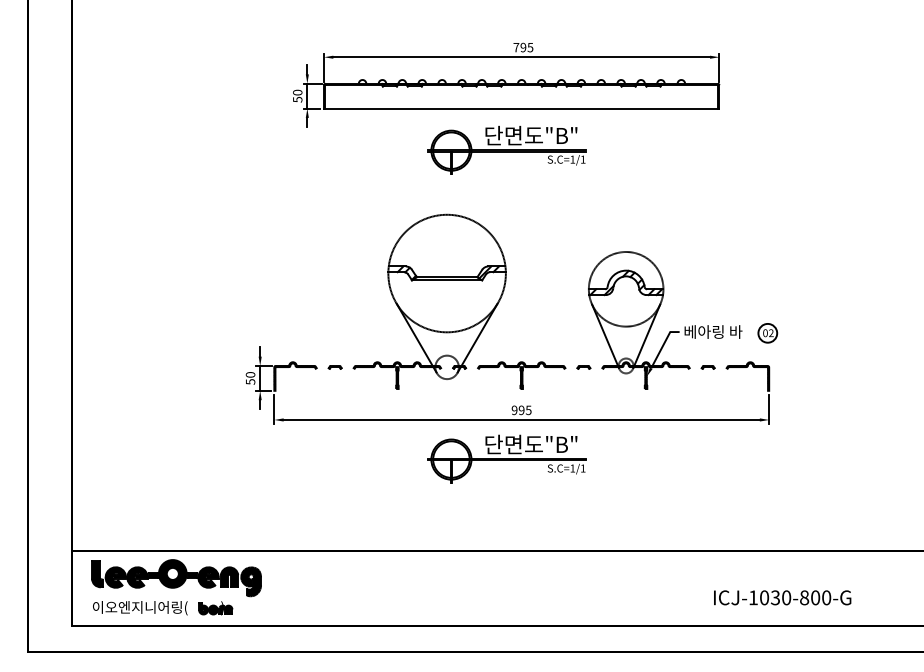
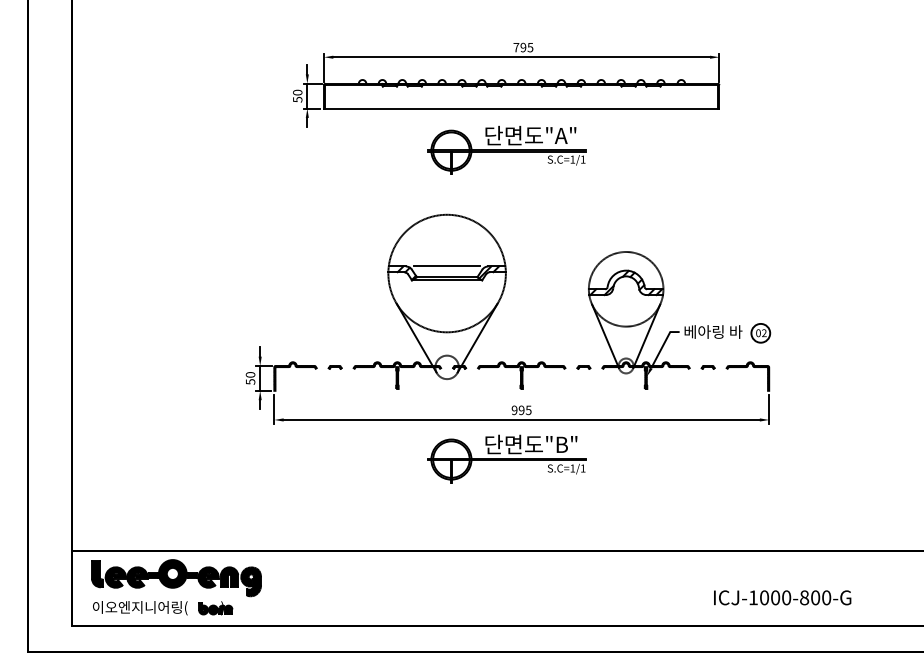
text at (565, 135): 단면도"B" -> 단면도"A"
line at (446, 266): none -> present
part at (767, 333) position: (767, 333) -> (760, 333)
text at (775, 597): ICJ-1030-800-G -> ICJ-1000-800-G
